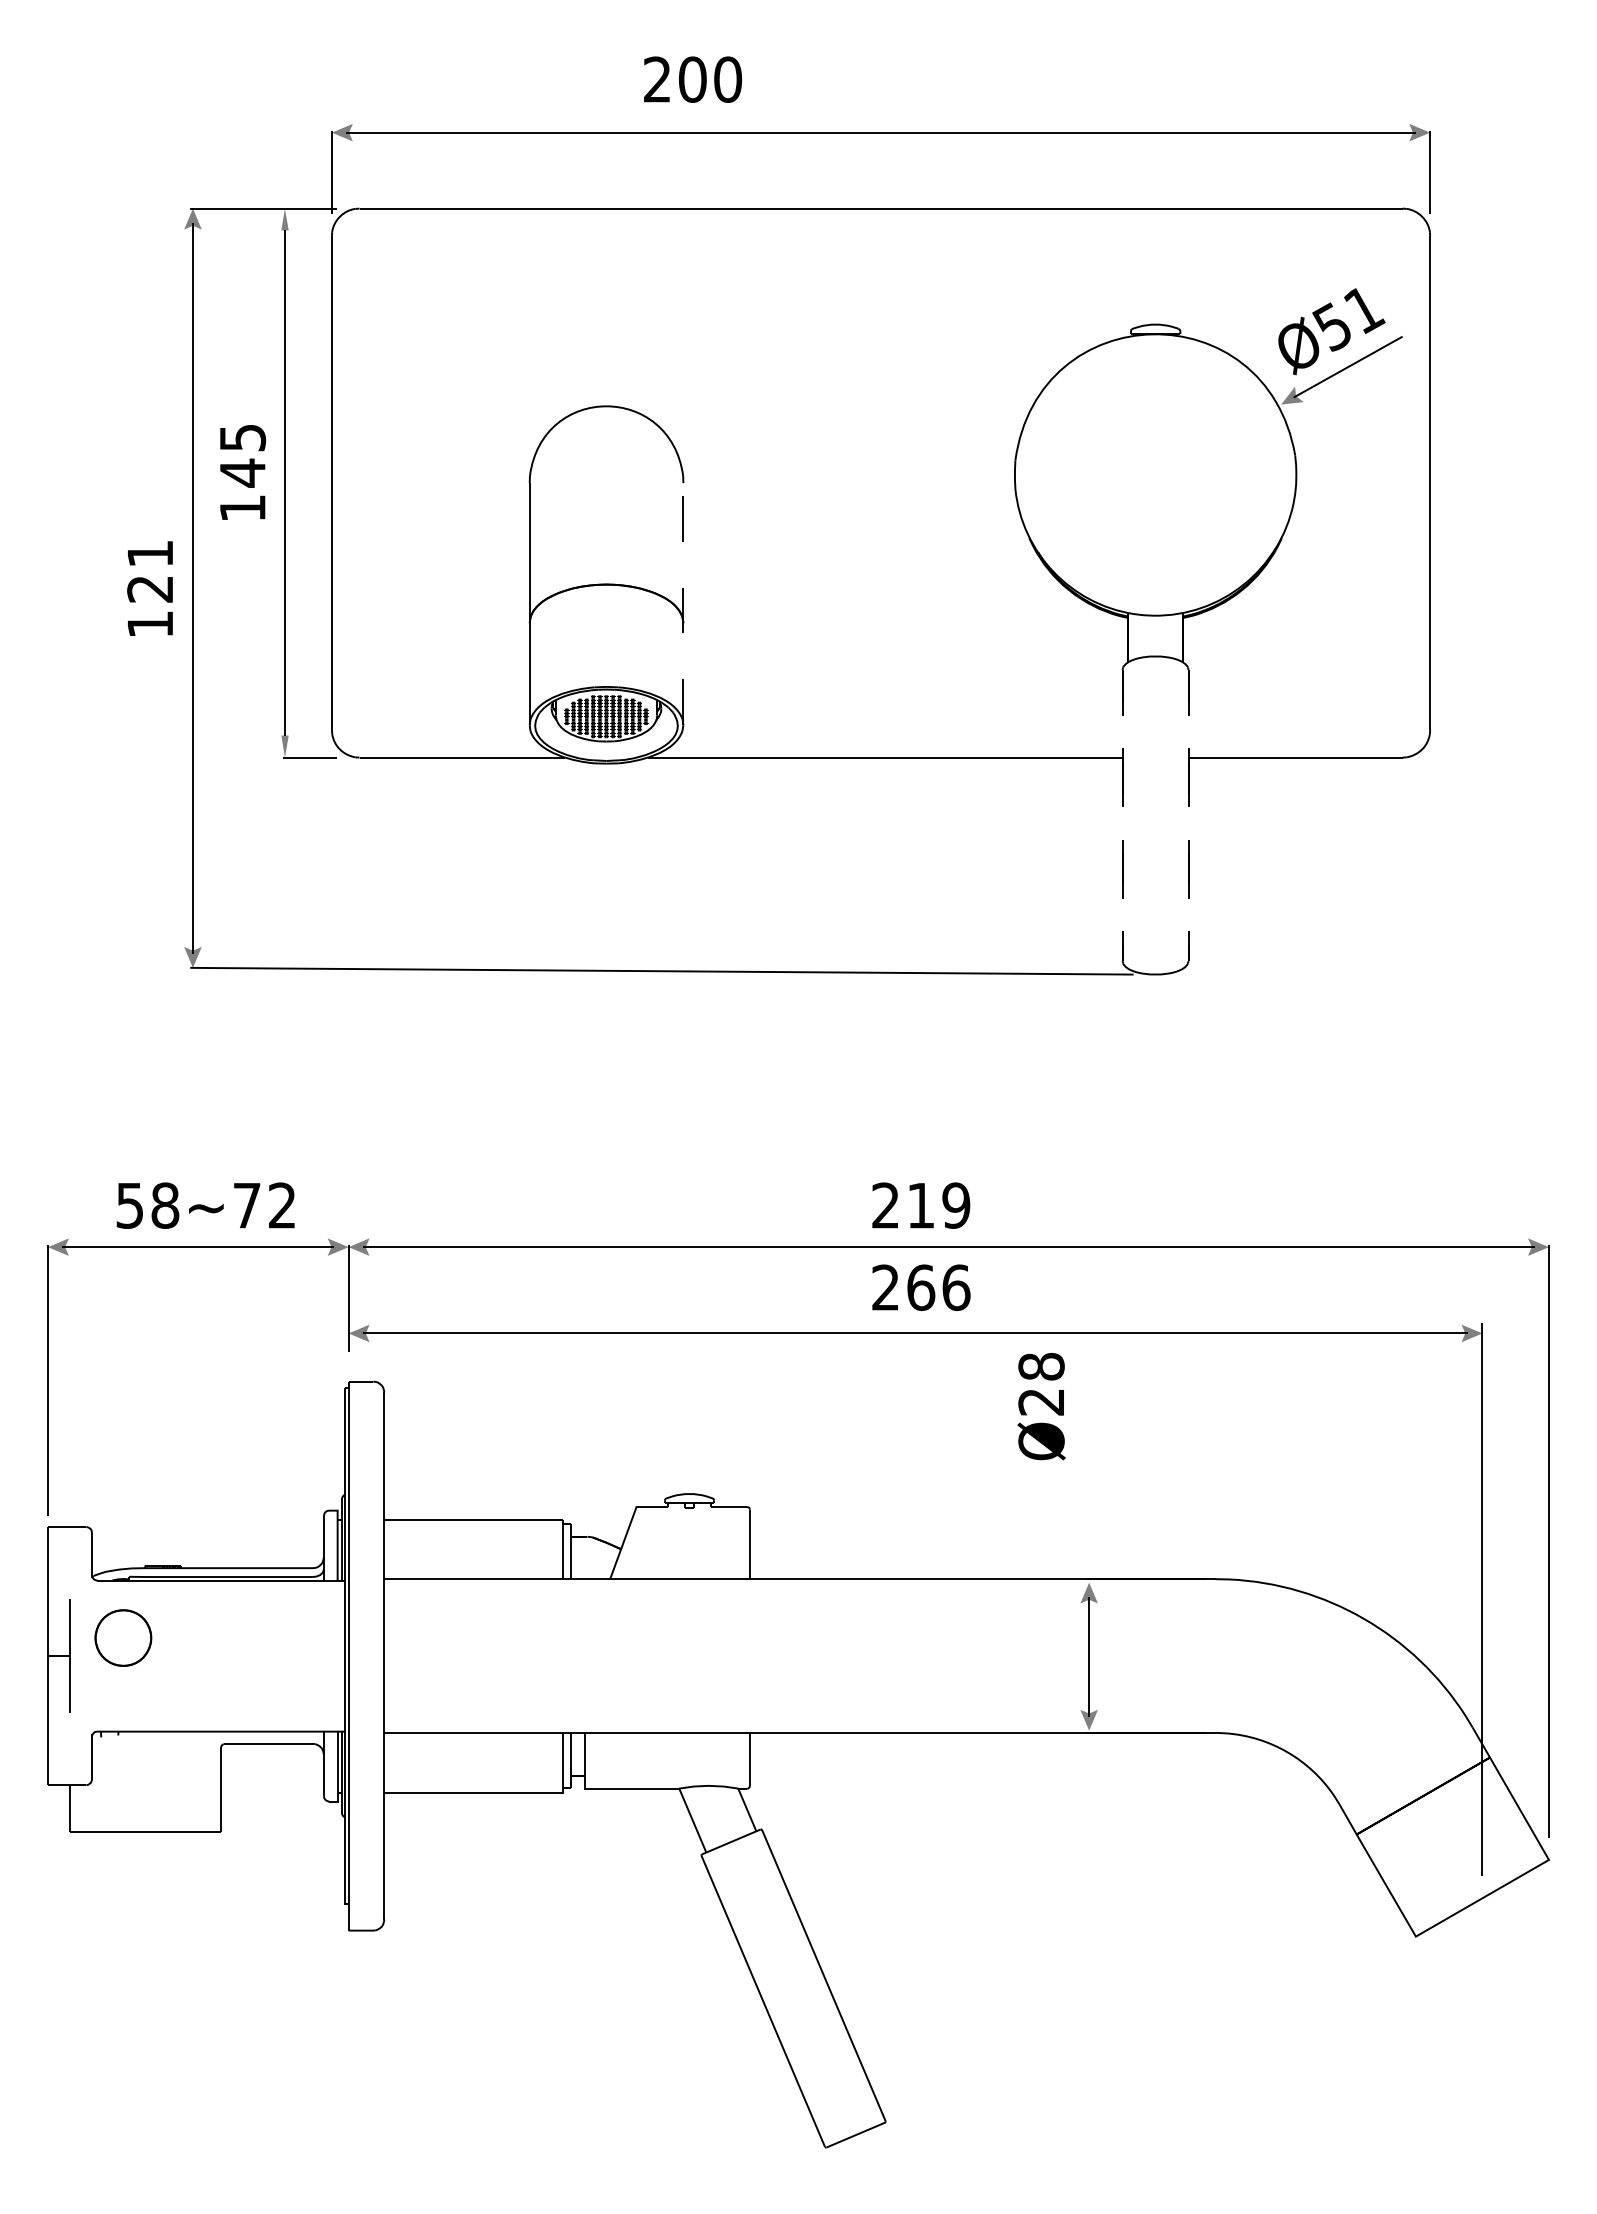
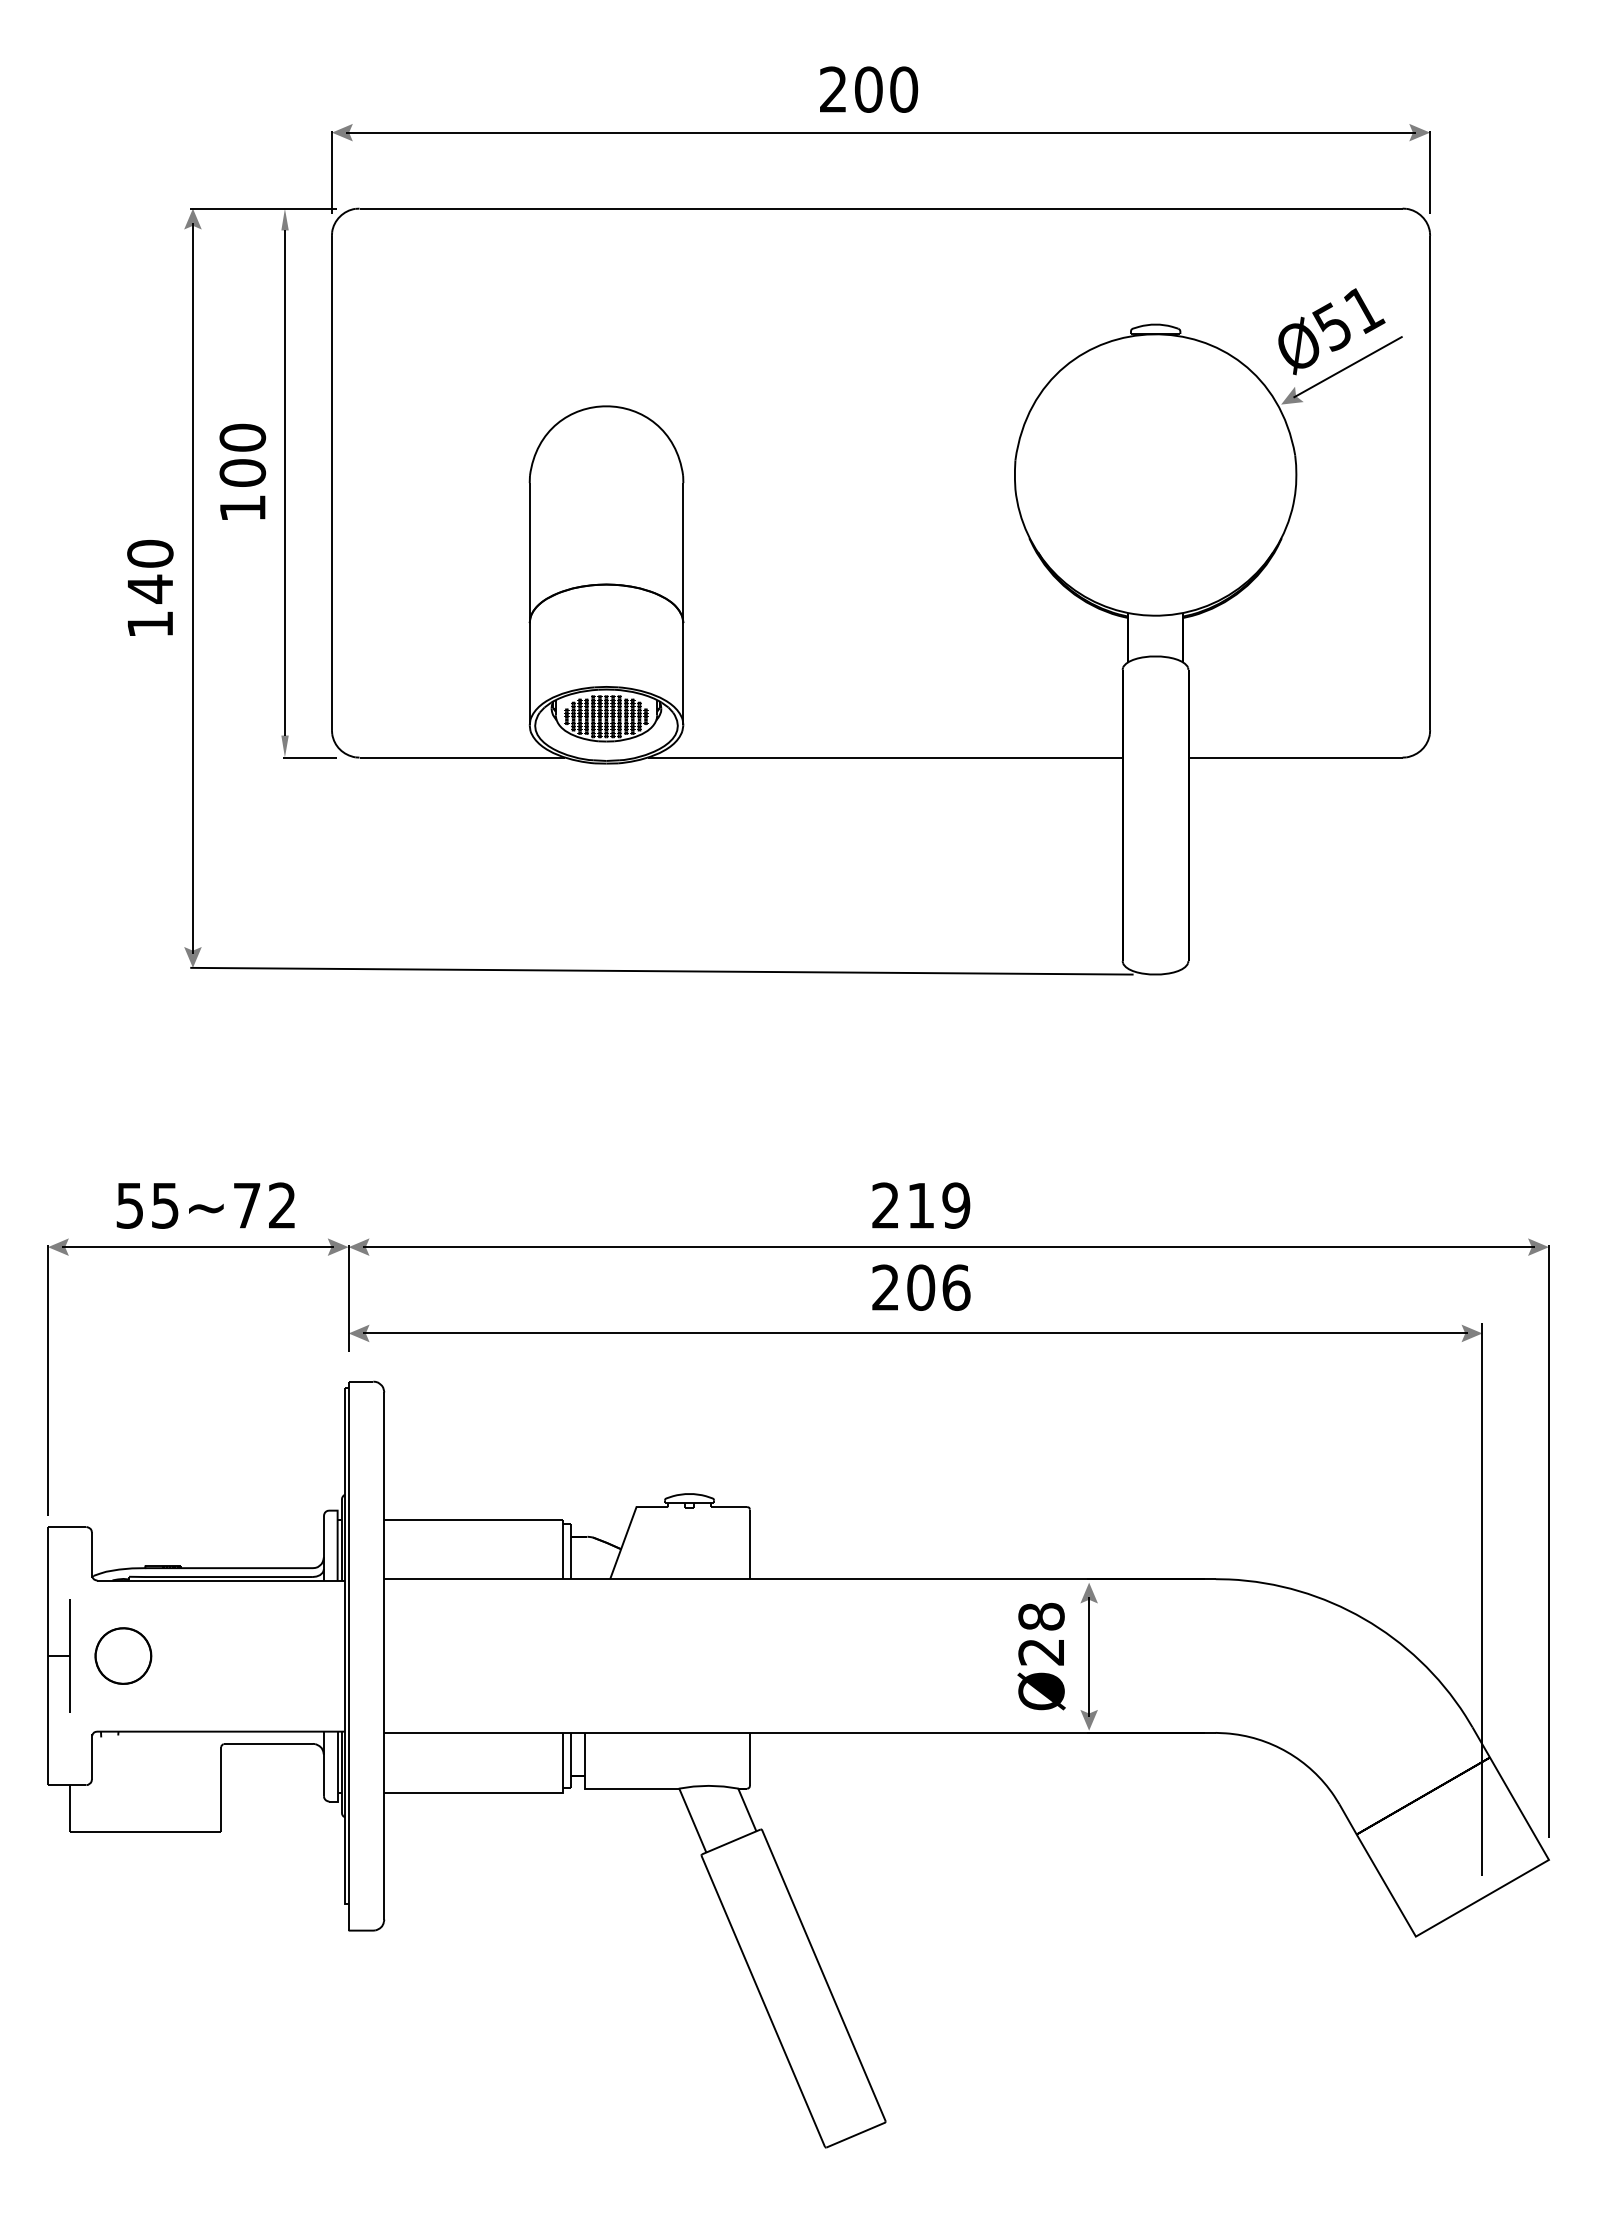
text at (693, 79) position: (693, 79) -> (869, 89)
text at (242, 455): 145 -> 100
text at (150, 571): 121 -> 140
line at (683, 603): dashed -> solid
line at (1122, 961): dashed -> solid
line at (1188, 961): dashed -> solid
text at (165, 1205): 58~72 -> 55~72
text at (921, 1287): 266 -> 206
text at (1041, 1406) position: (1041, 1406) -> (1041, 1656)
part at (123, 1637) position: (123, 1637) -> (123, 1655)
